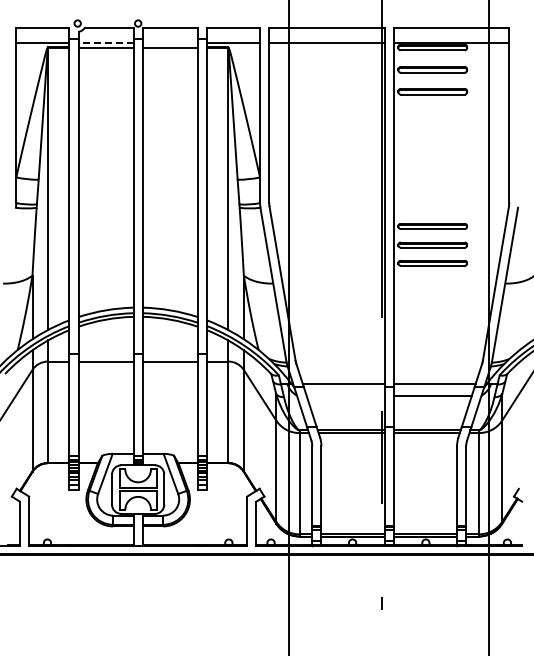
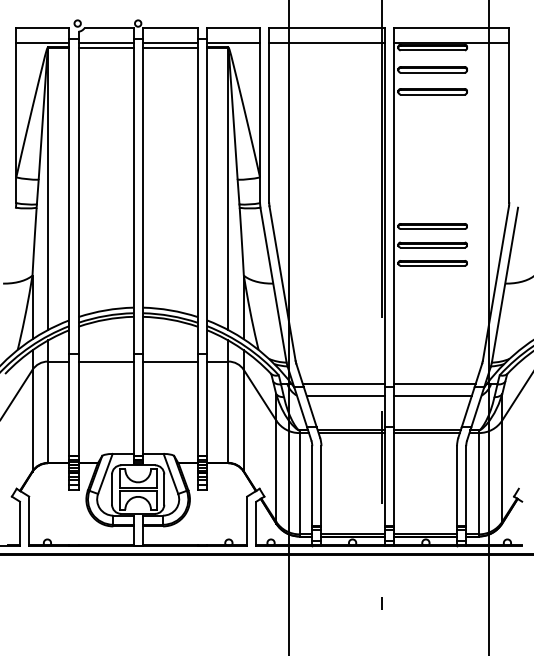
line at (105, 42): dashed -> solid
line at (169, 42): none -> present
line at (345, 396): none -> present
